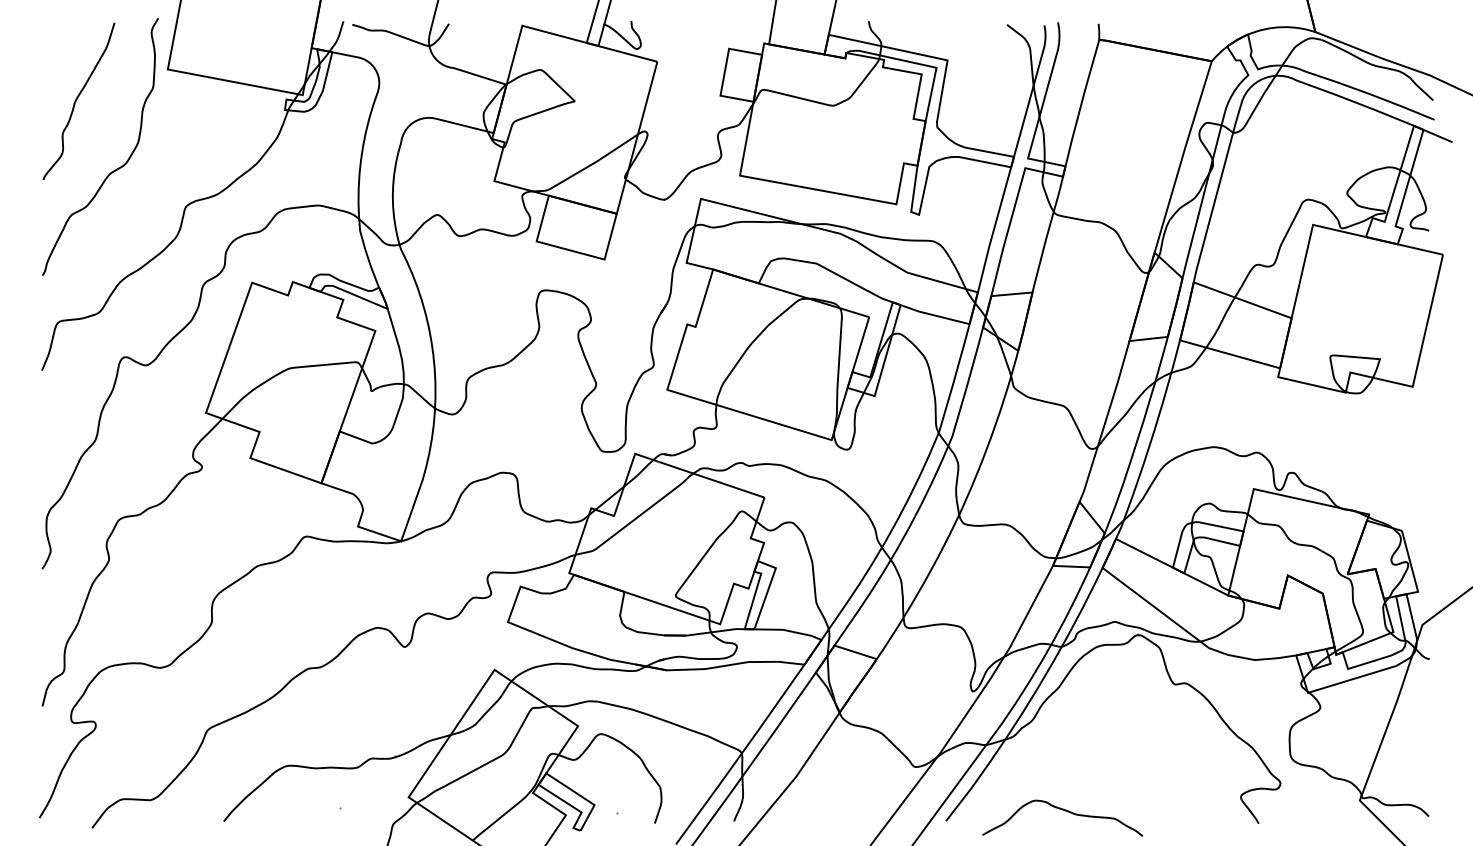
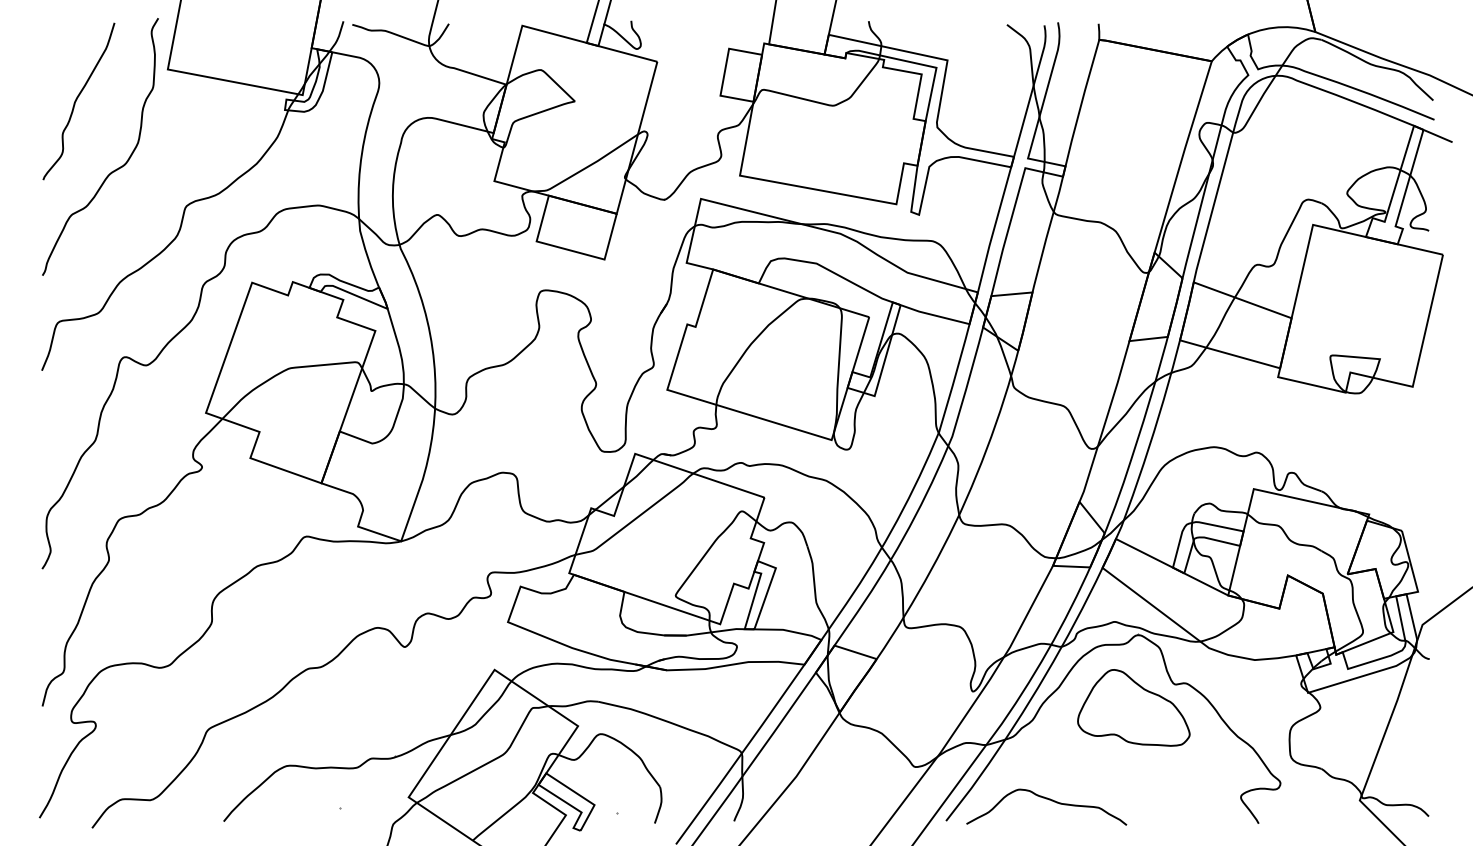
part at (1133, 707): none -> present
curve at (1065, 811) position: (1065, 811) -> (1049, 800)
